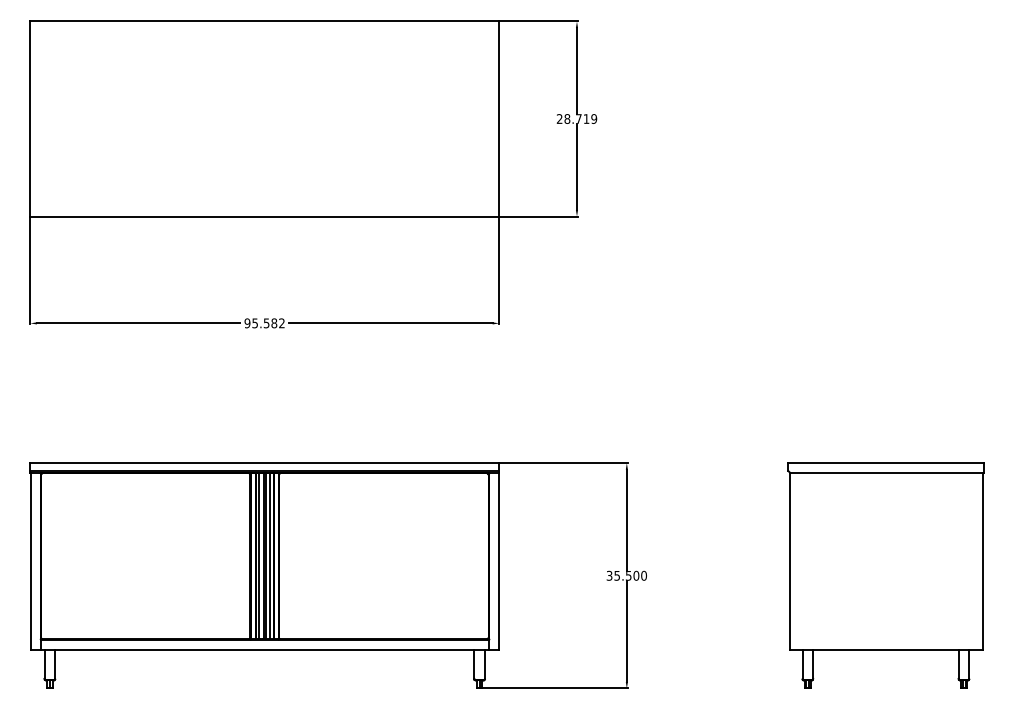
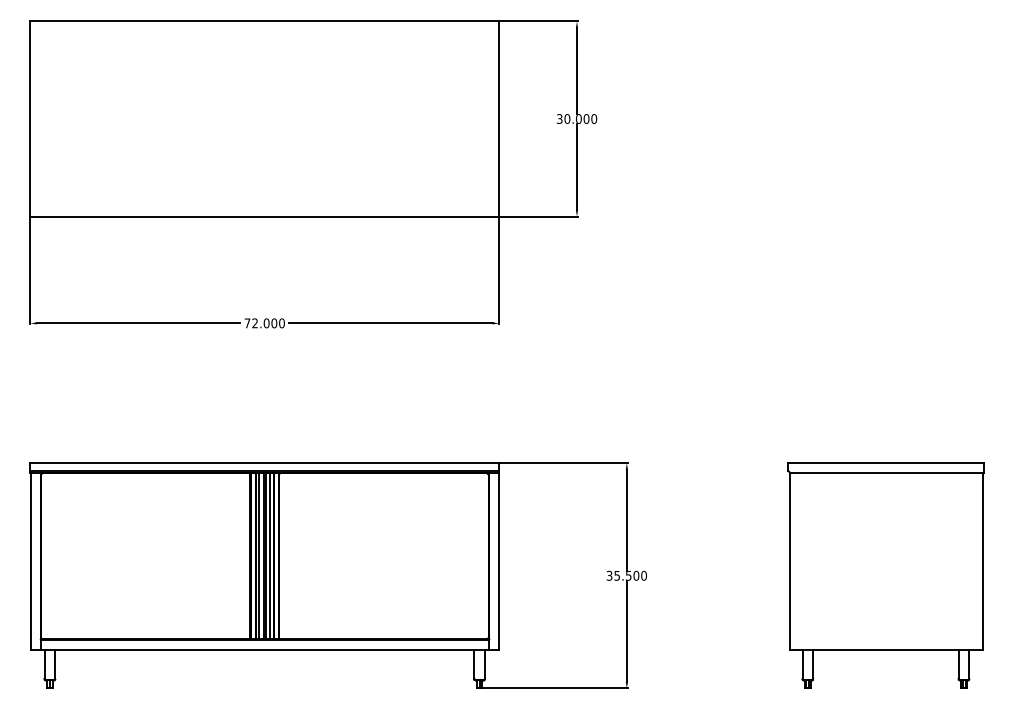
text at (576, 118): 28.719 -> 30.000
text at (264, 323): 95.582 -> 72.000
